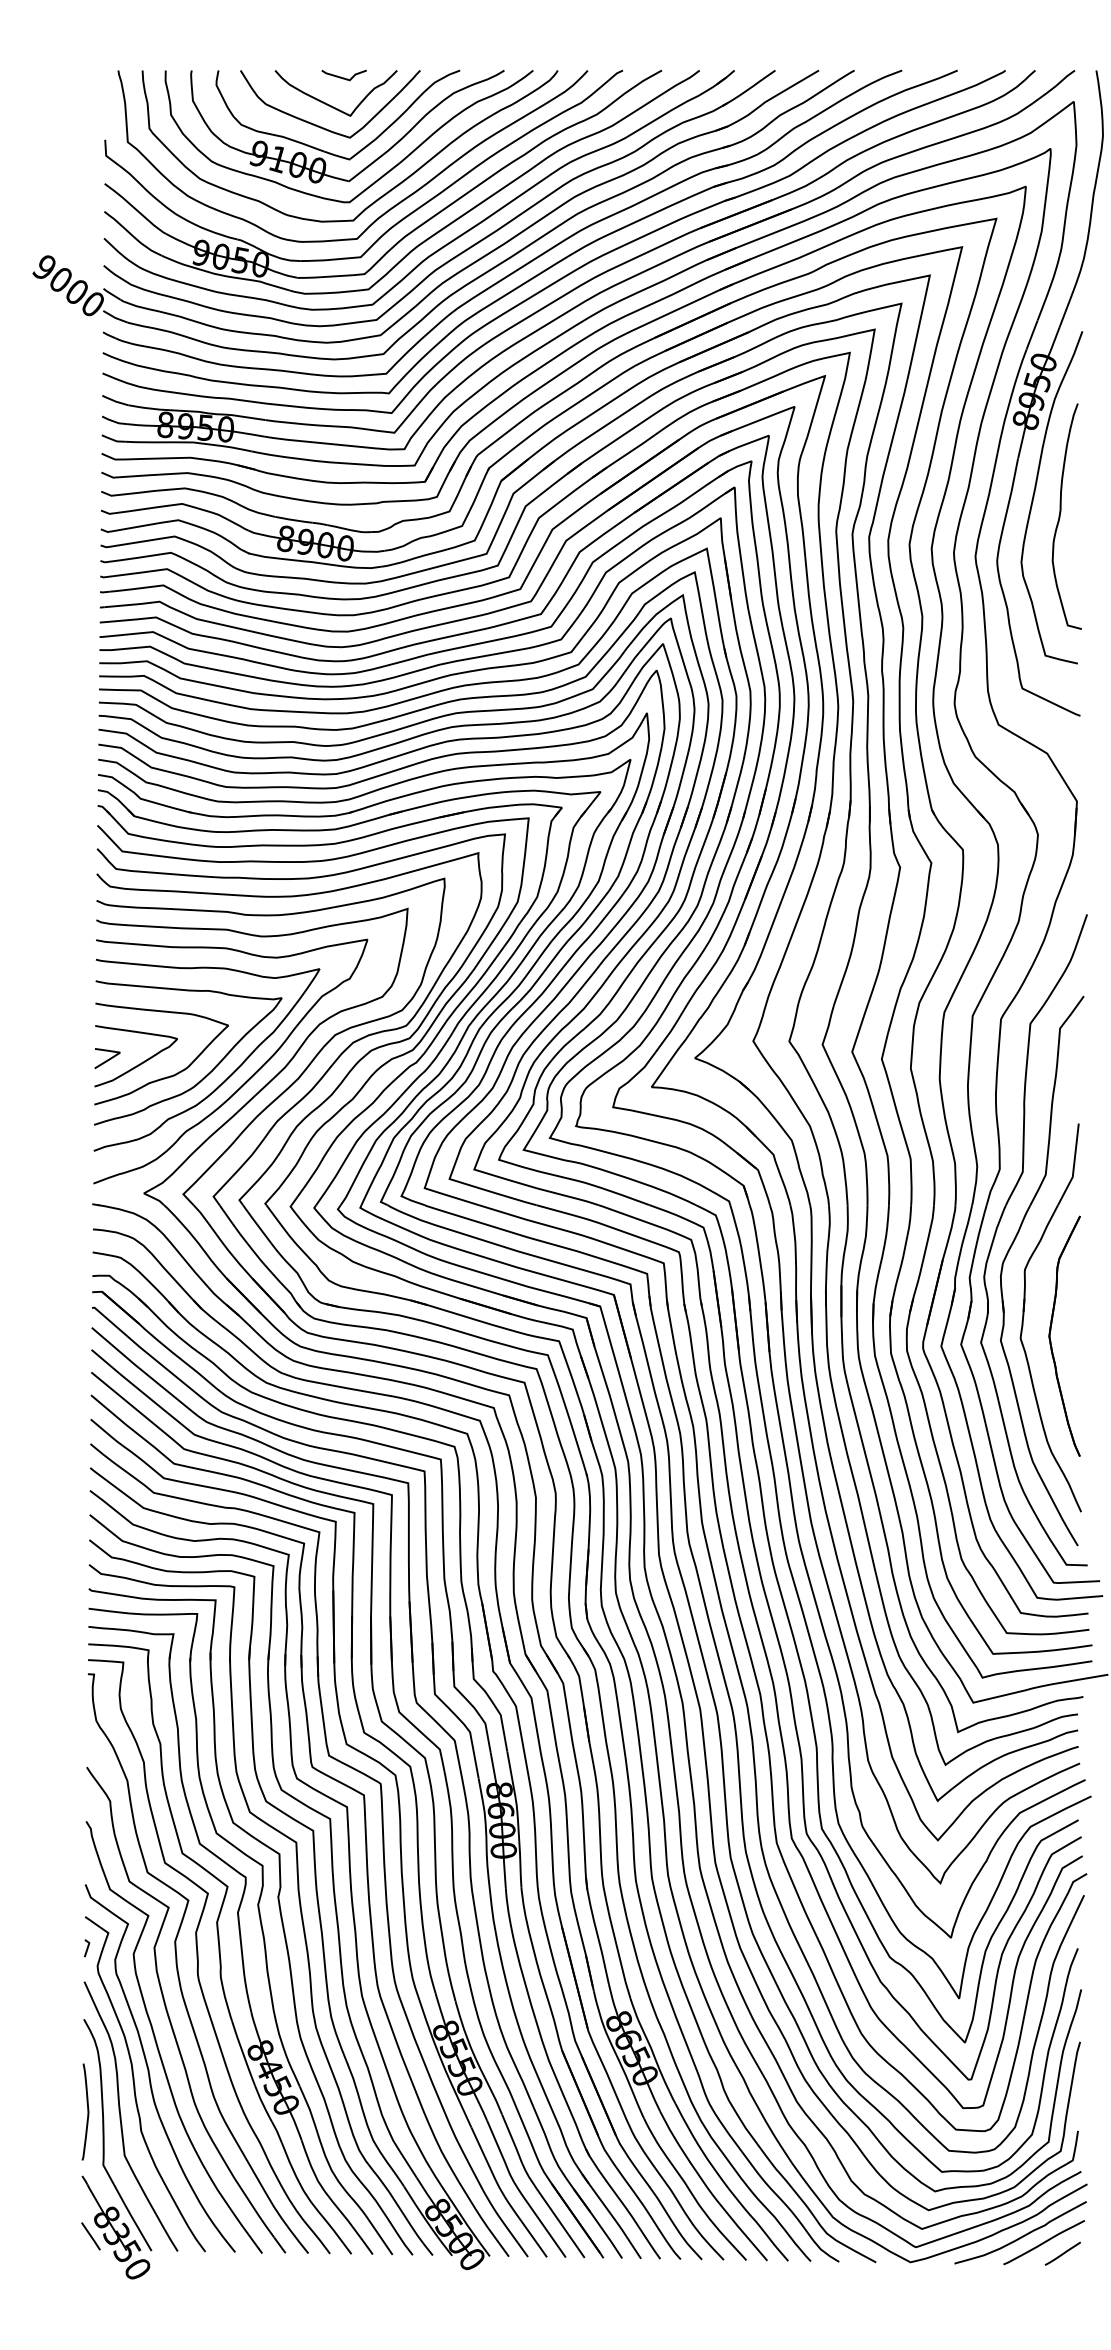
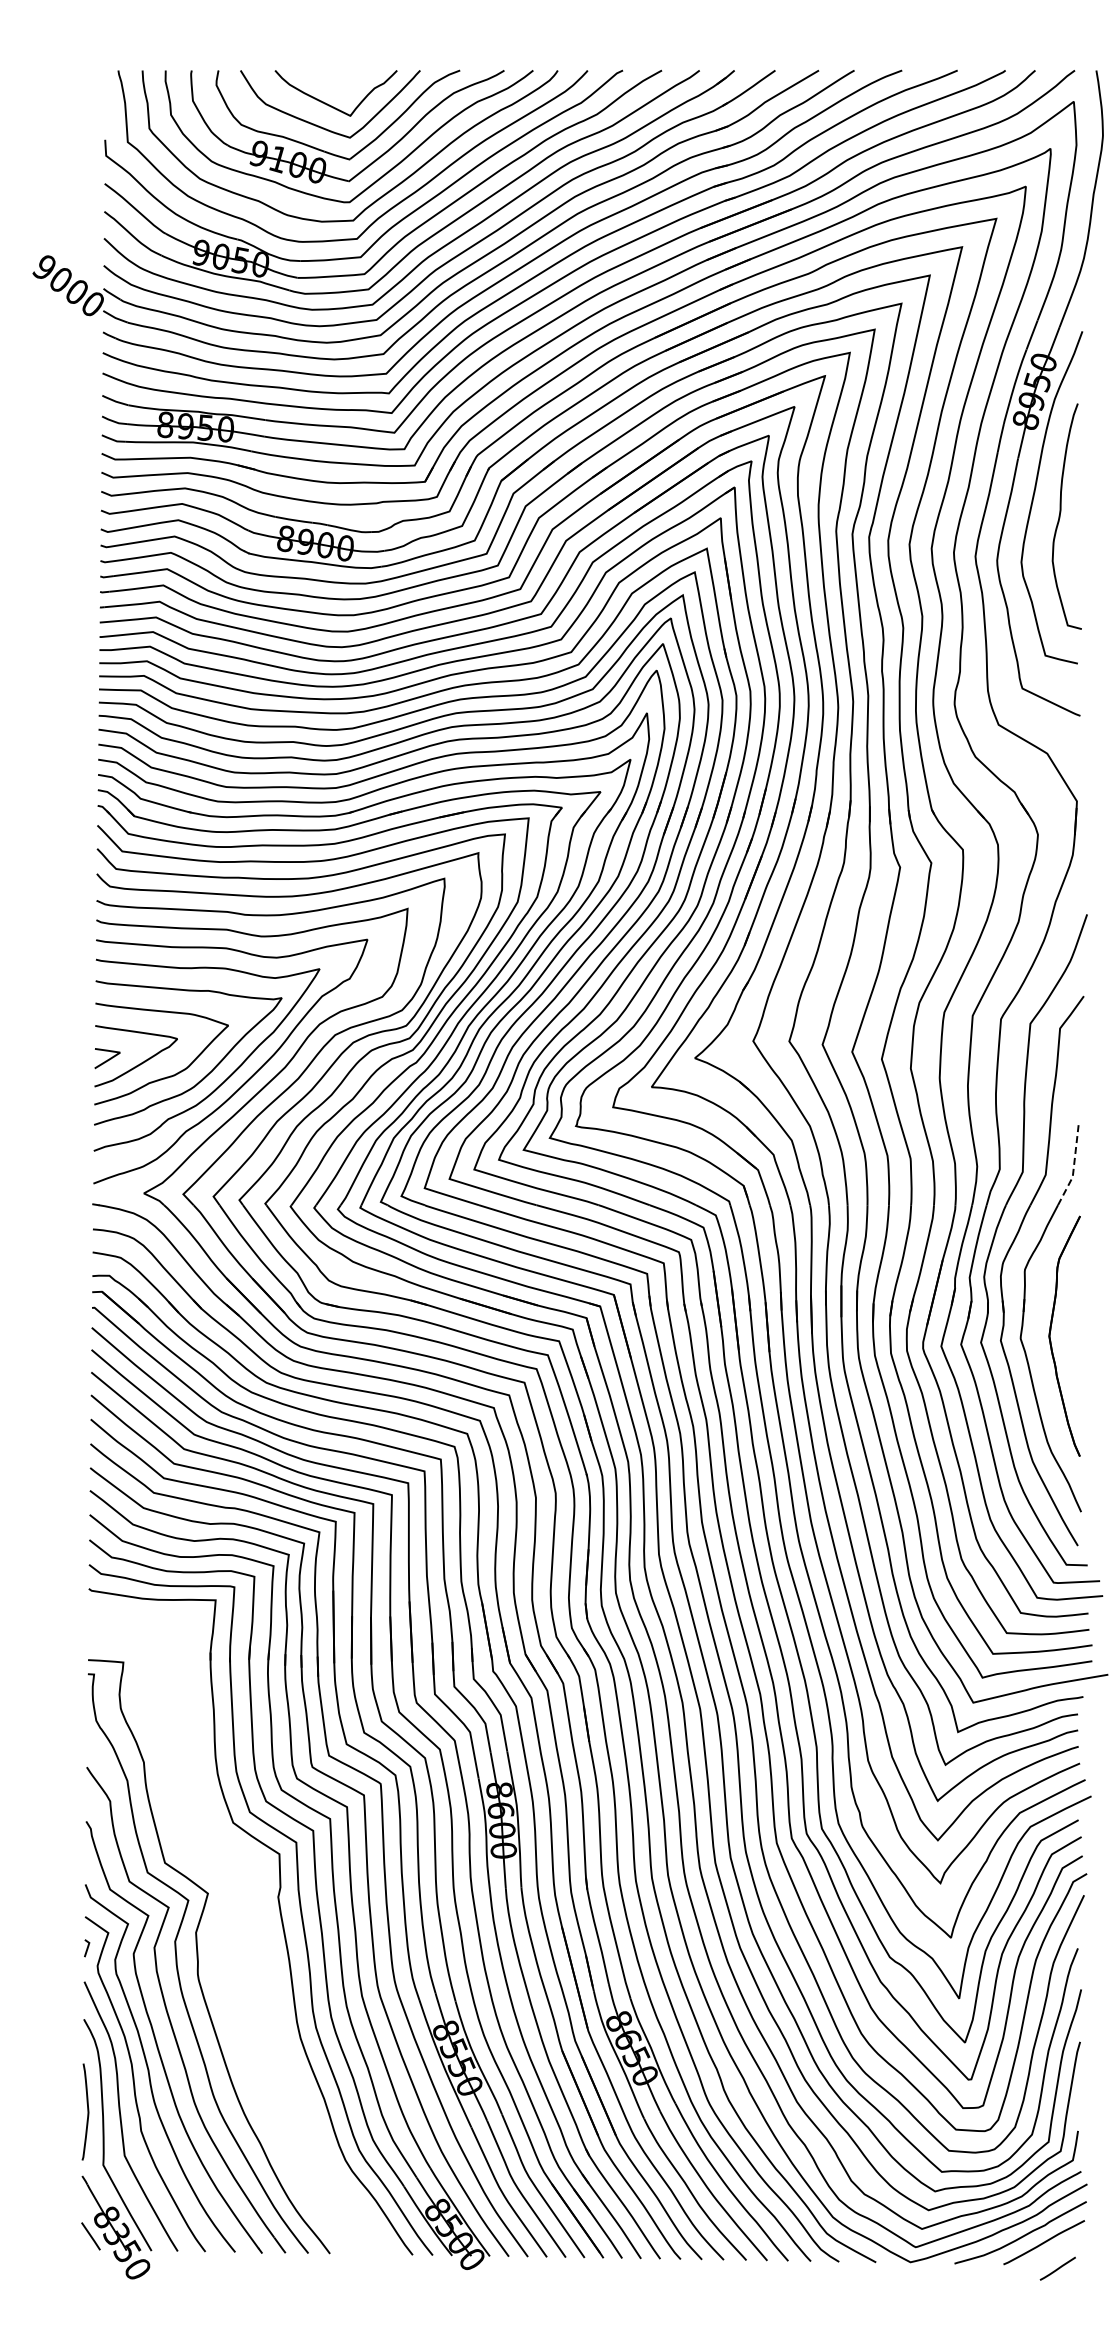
curve at (343, 77): present -> none
line at (1073, 1166): solid -> dashed
part at (240, 1930): present -> none
line at (1062, 2253) position: (1062, 2253) -> (1057, 2268)
